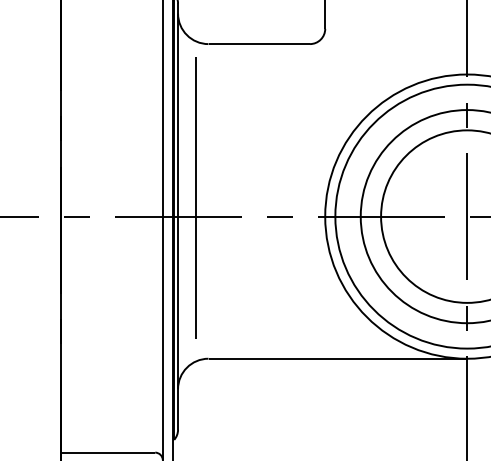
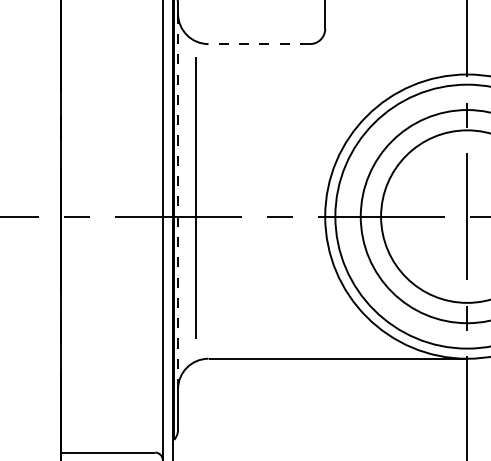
line at (259, 44): solid -> dashed
line at (178, 201): solid -> dashed
